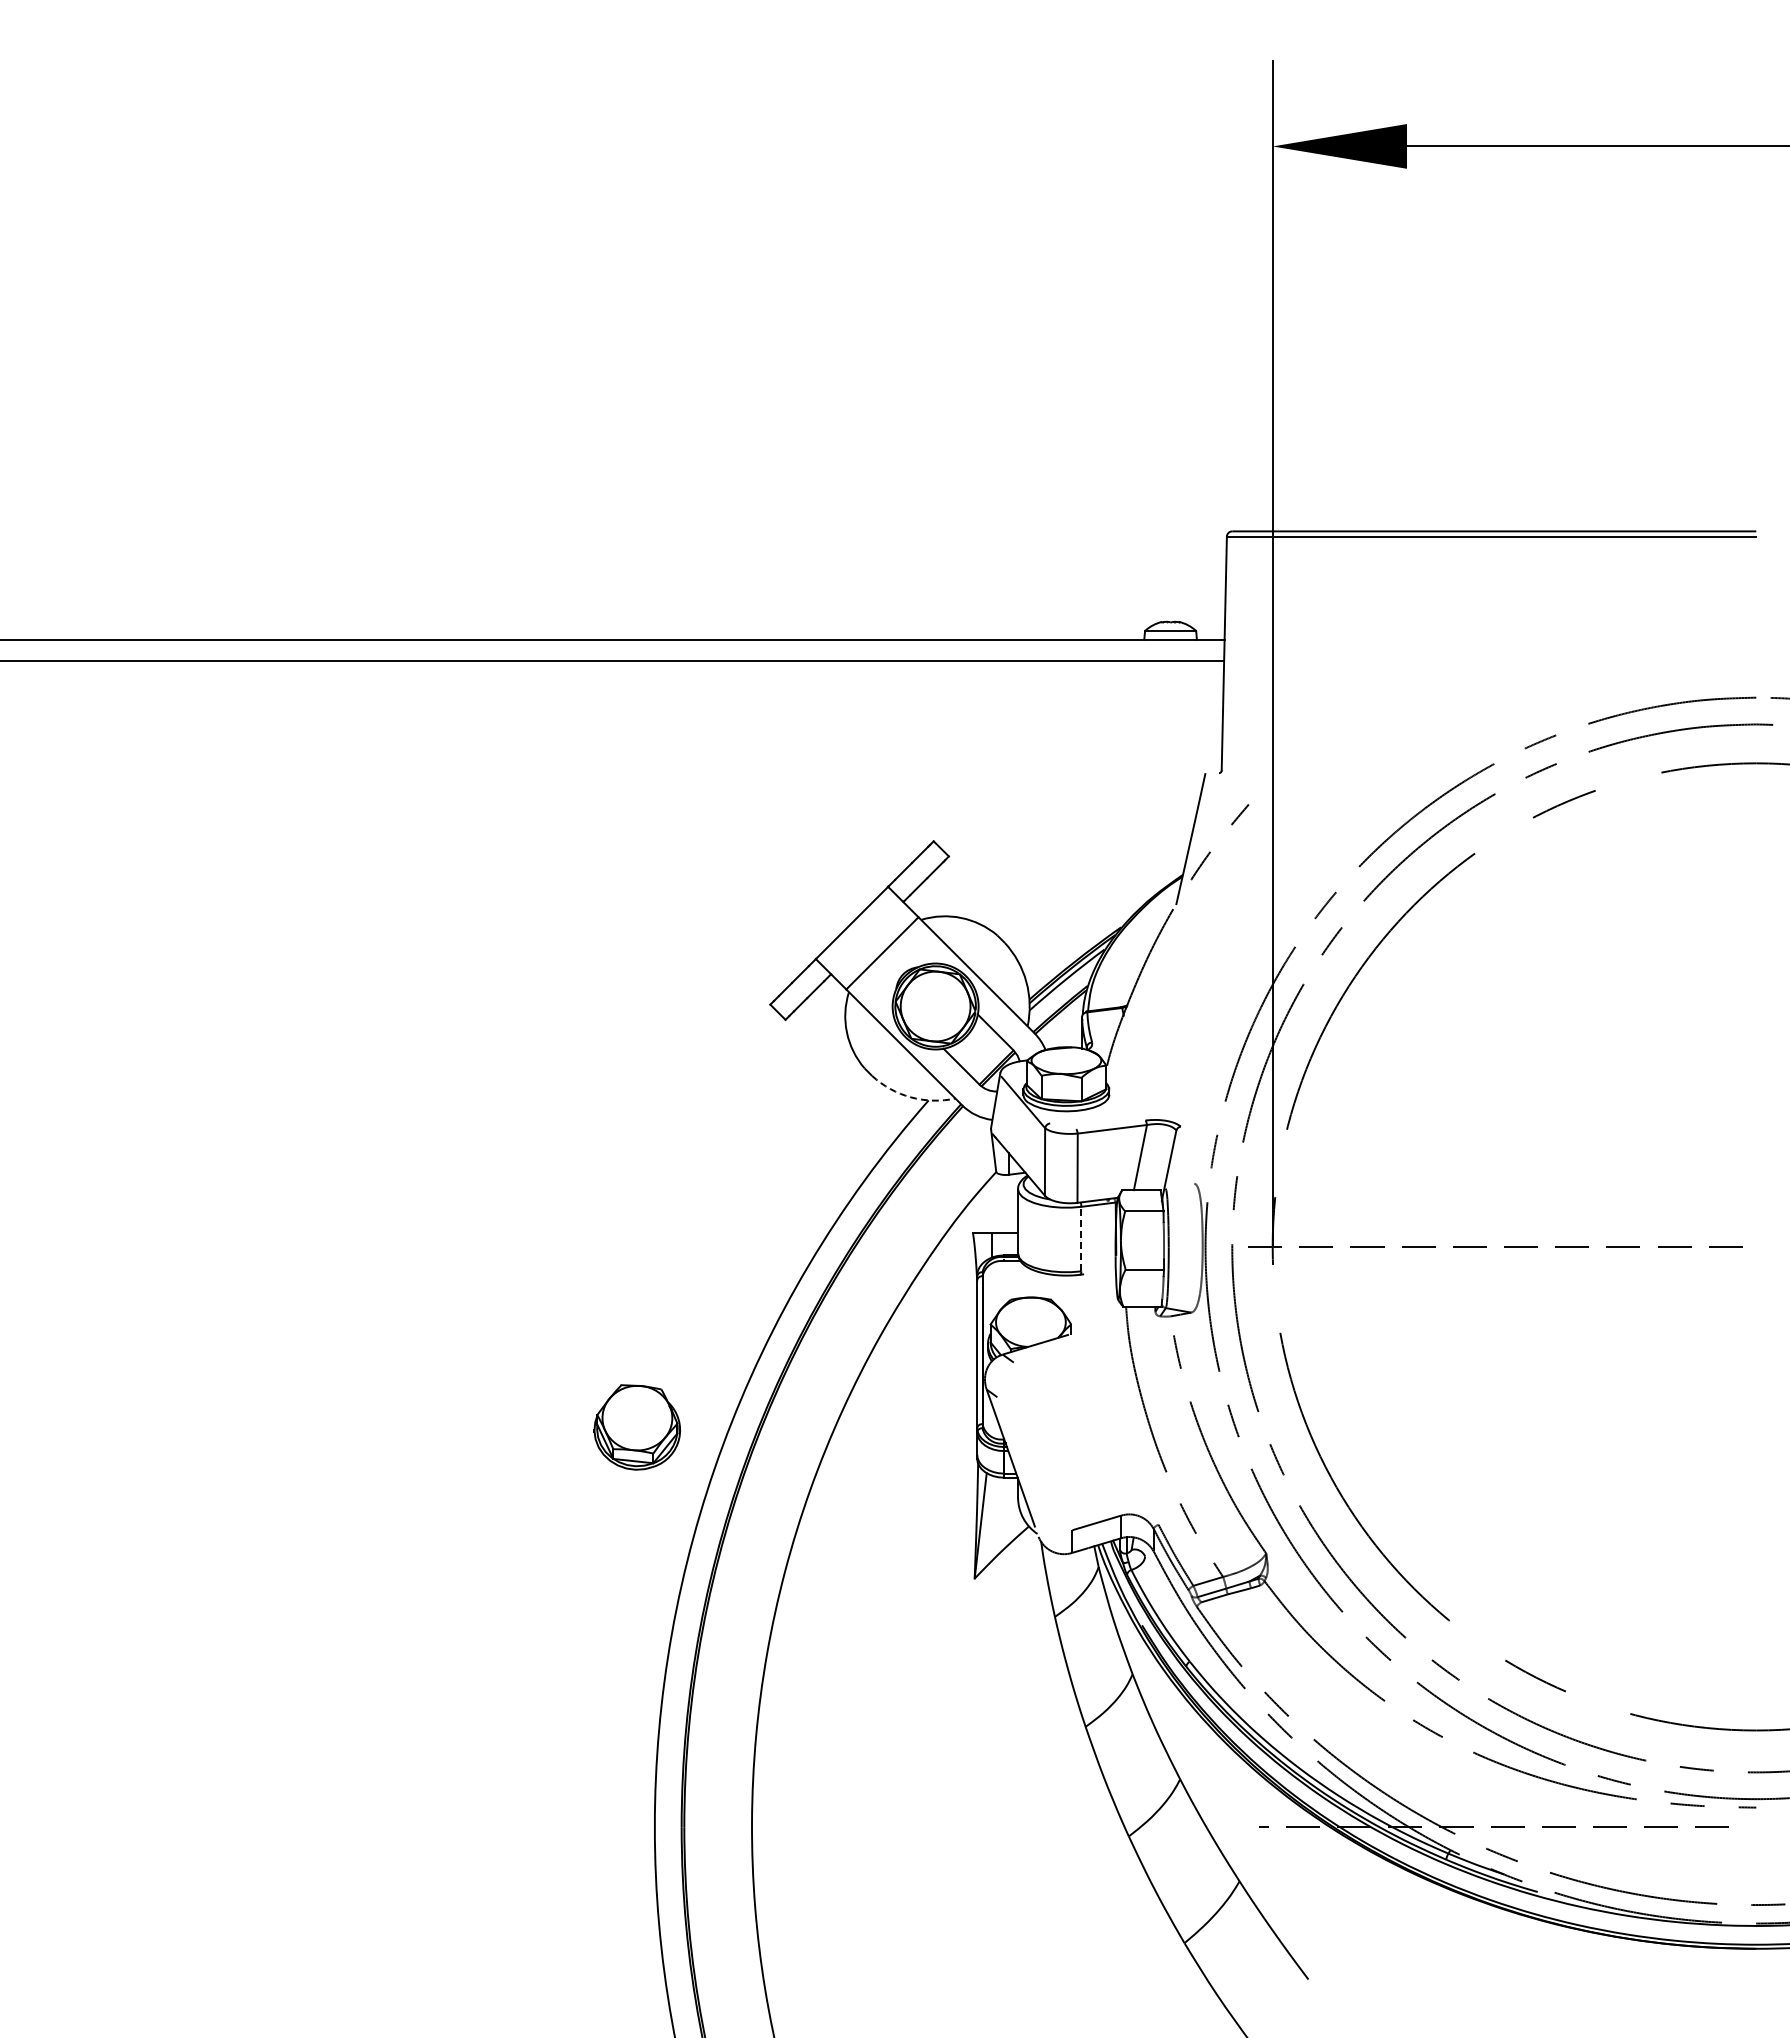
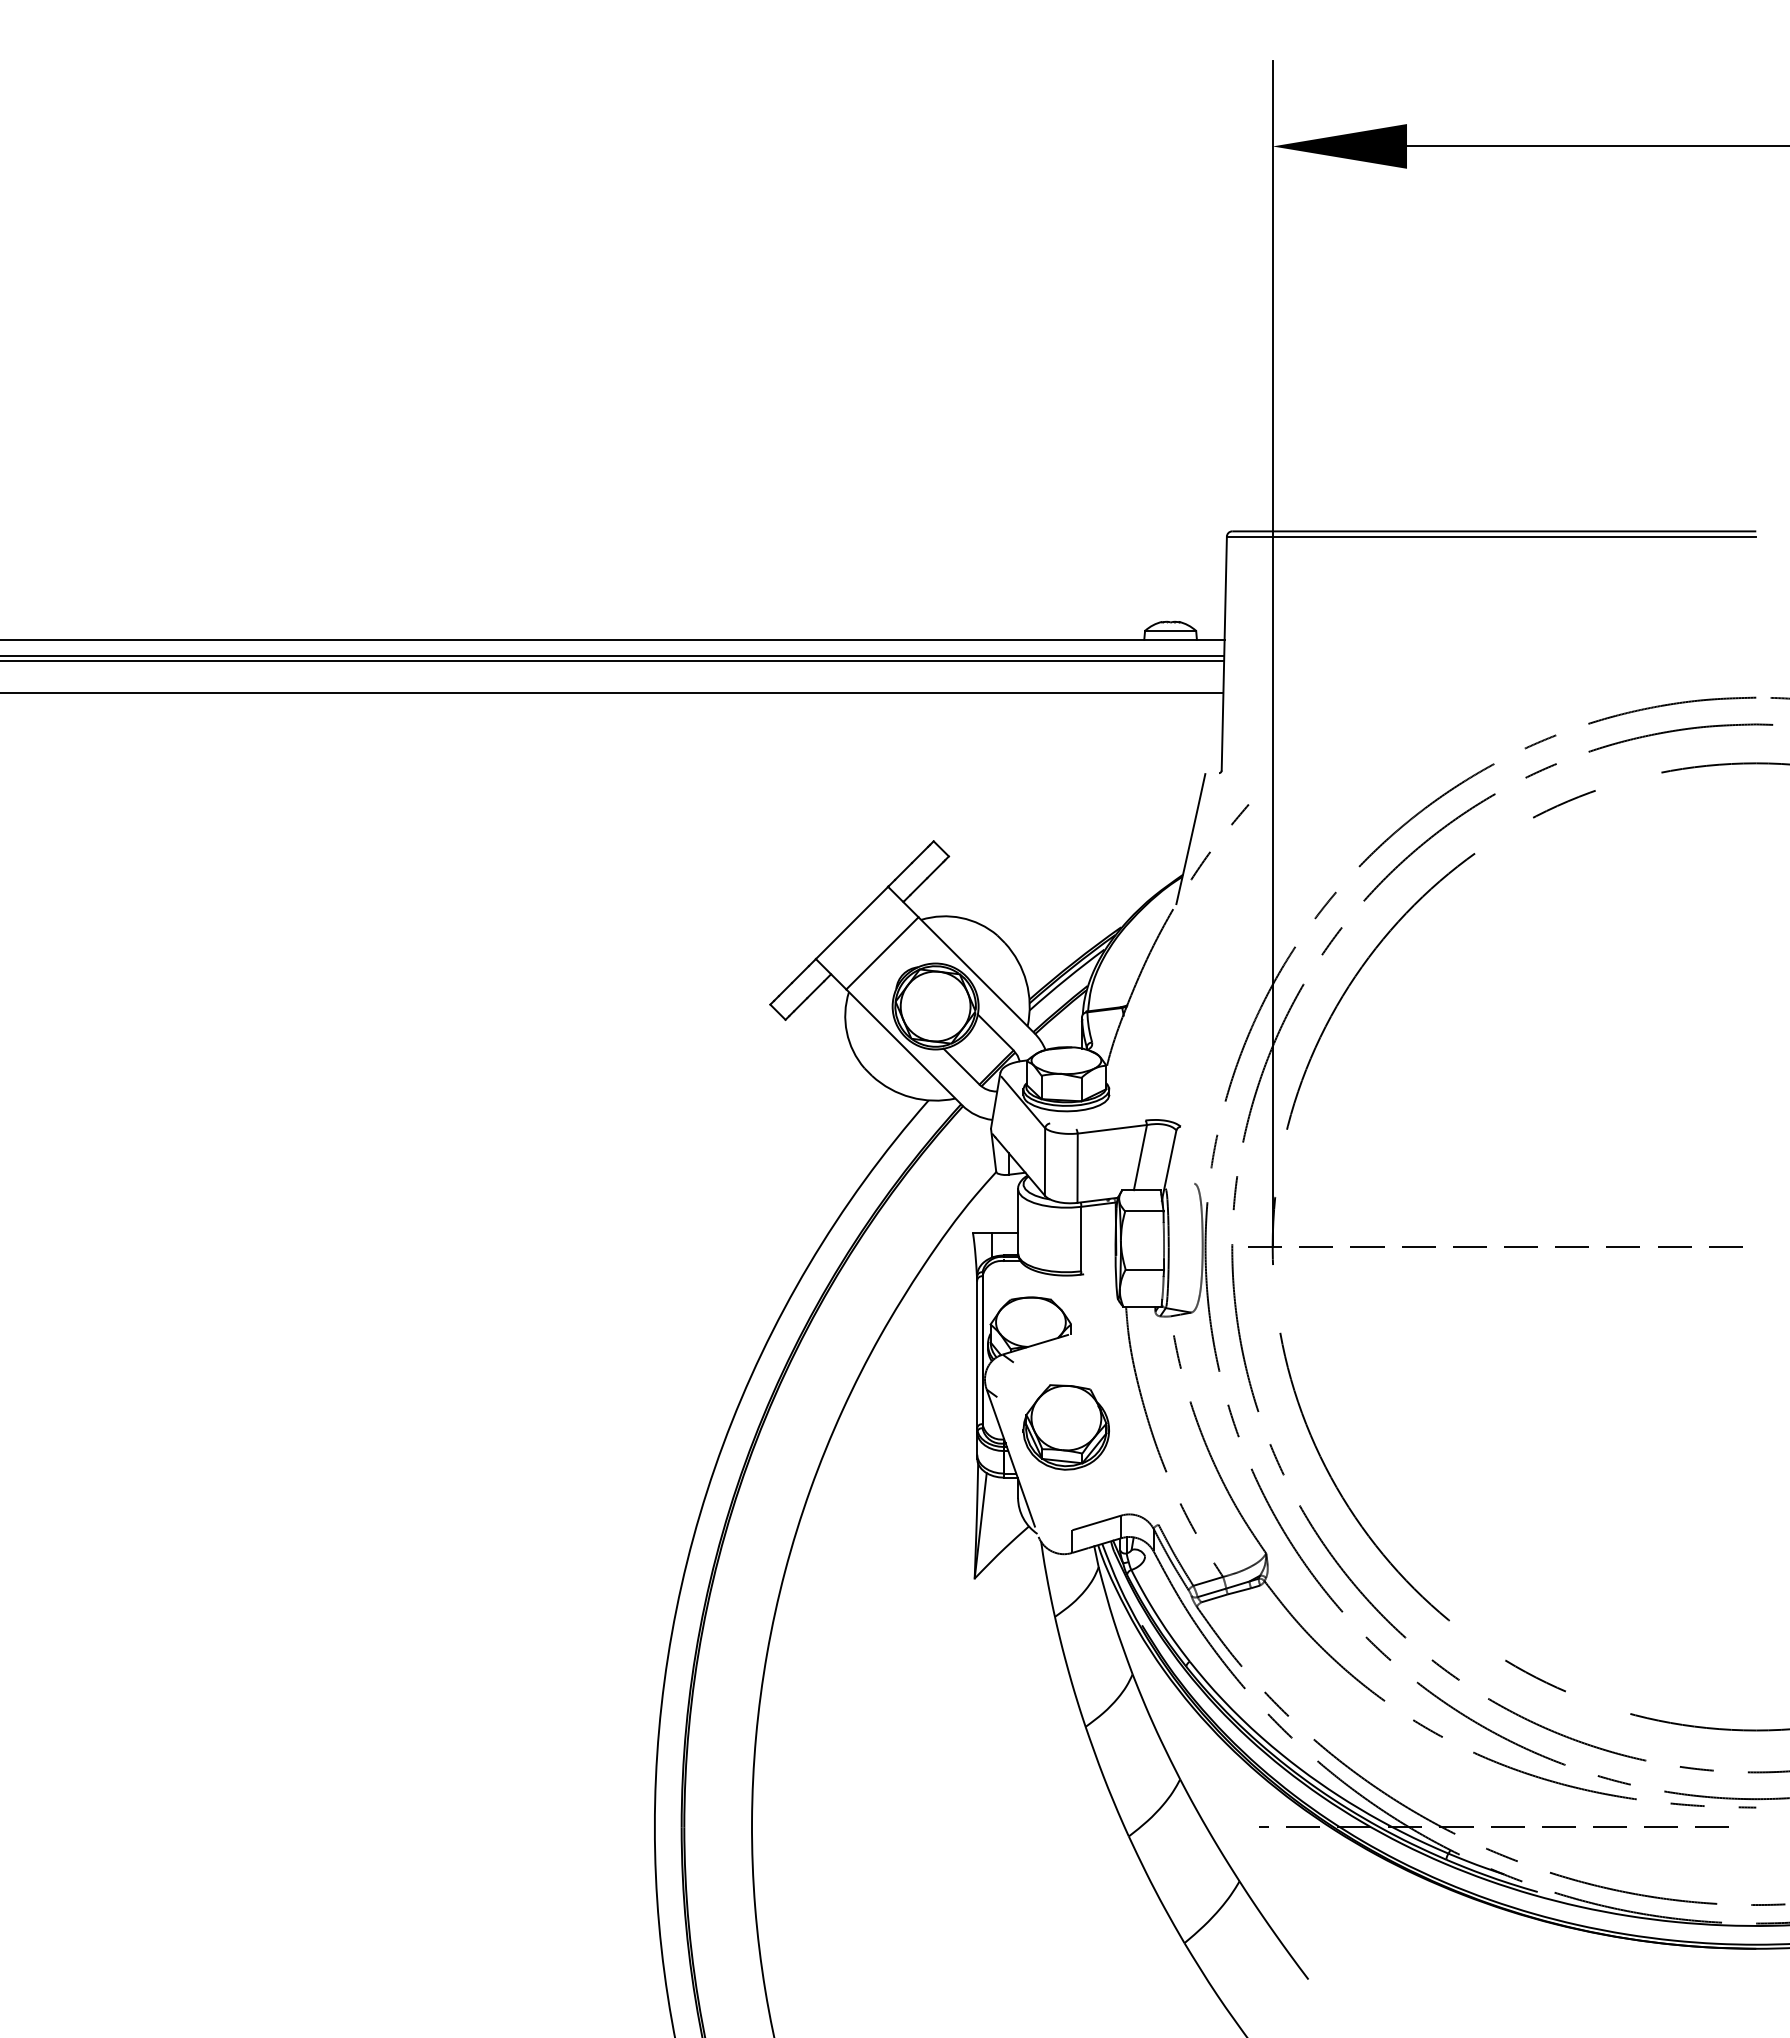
line at (613, 655): none -> present
line at (612, 693): none -> present
arc at (911, 1097): dashed -> solid
line at (1081, 1238): dashed -> solid
part at (636, 1427) position: (636, 1427) -> (1065, 1427)
